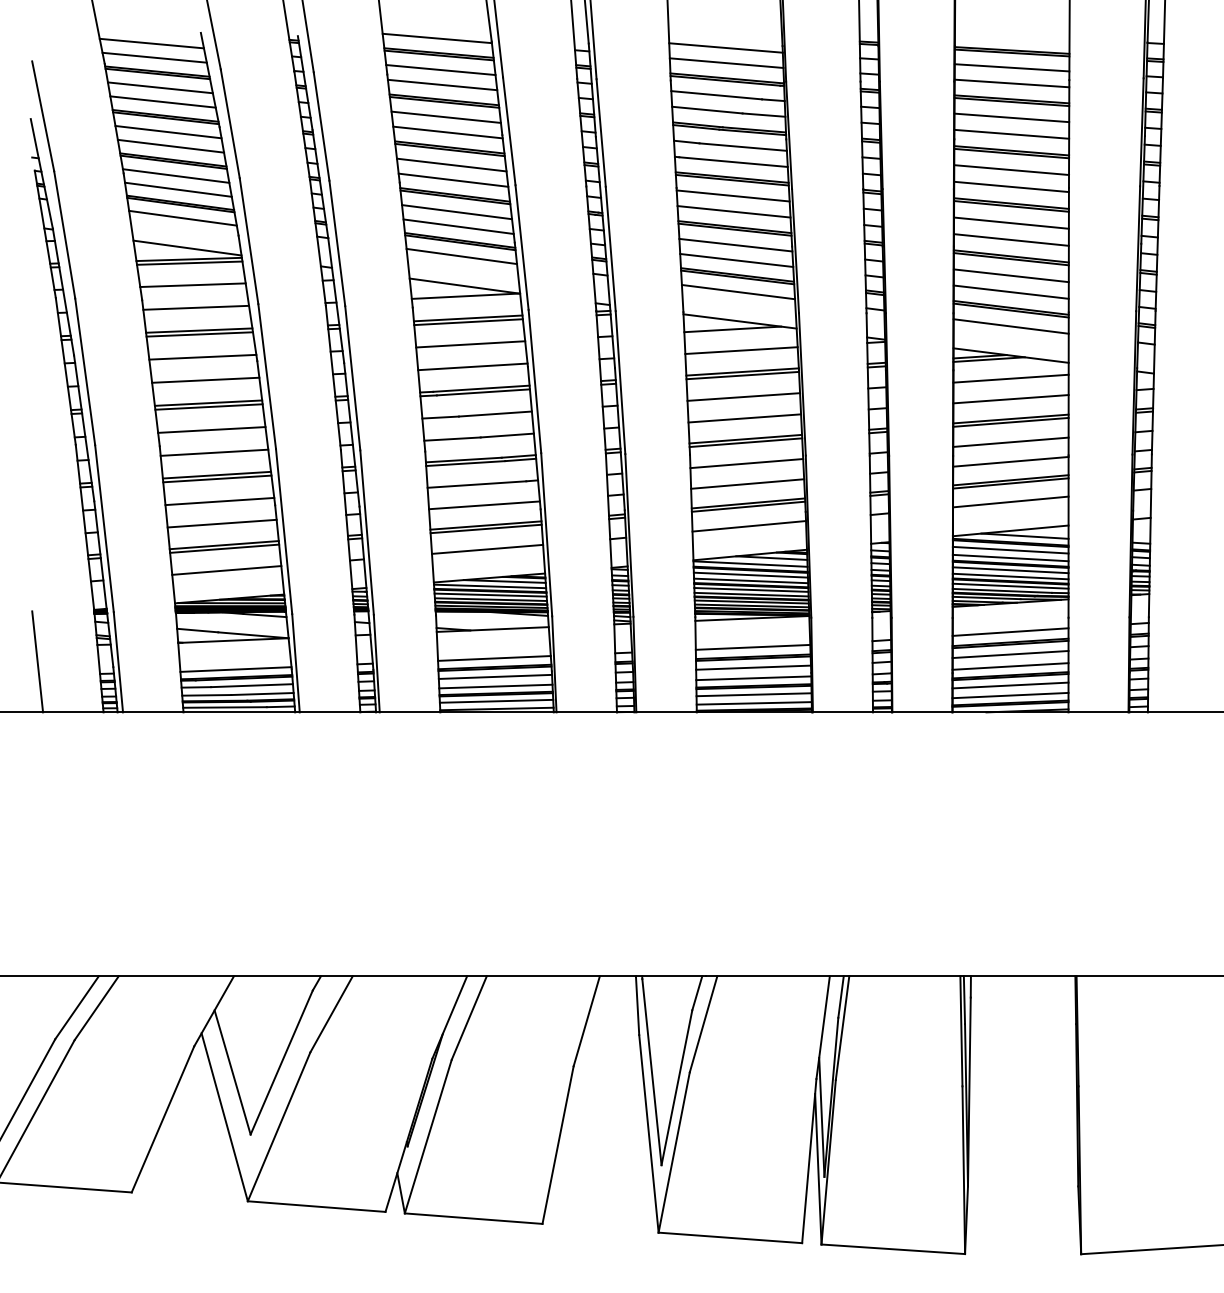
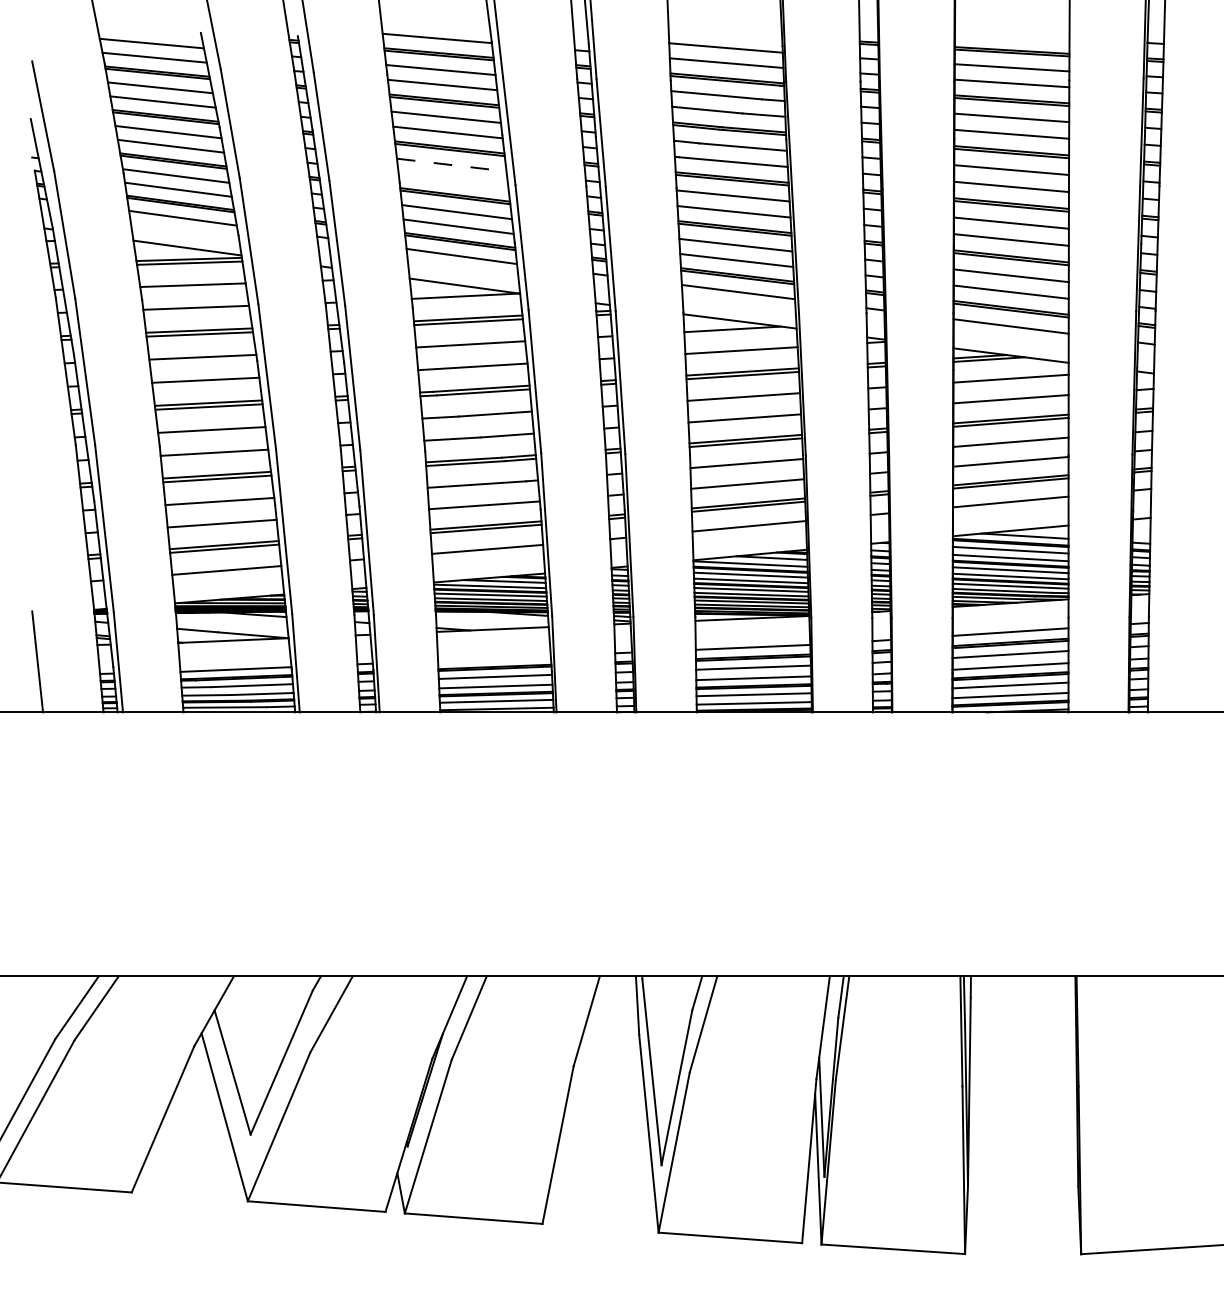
line at (452, 165): solid -> dashed
line at (453, 179): present -> none
line at (494, 658): present -> none
